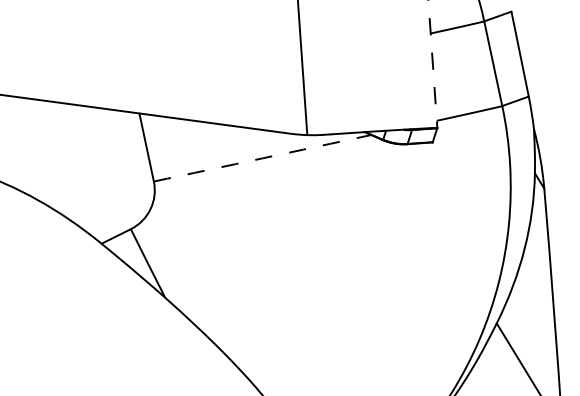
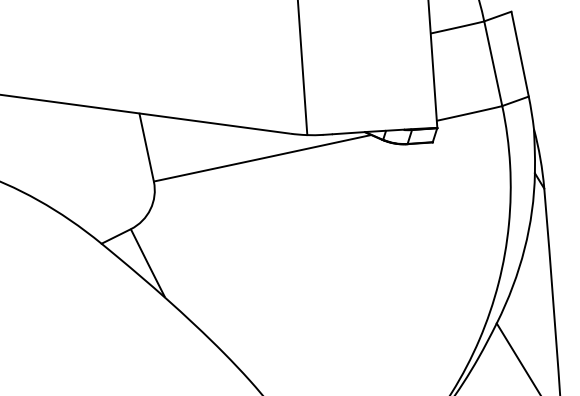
line at (432, 64): dashed -> solid
arc at (262, 158): dashed -> solid
